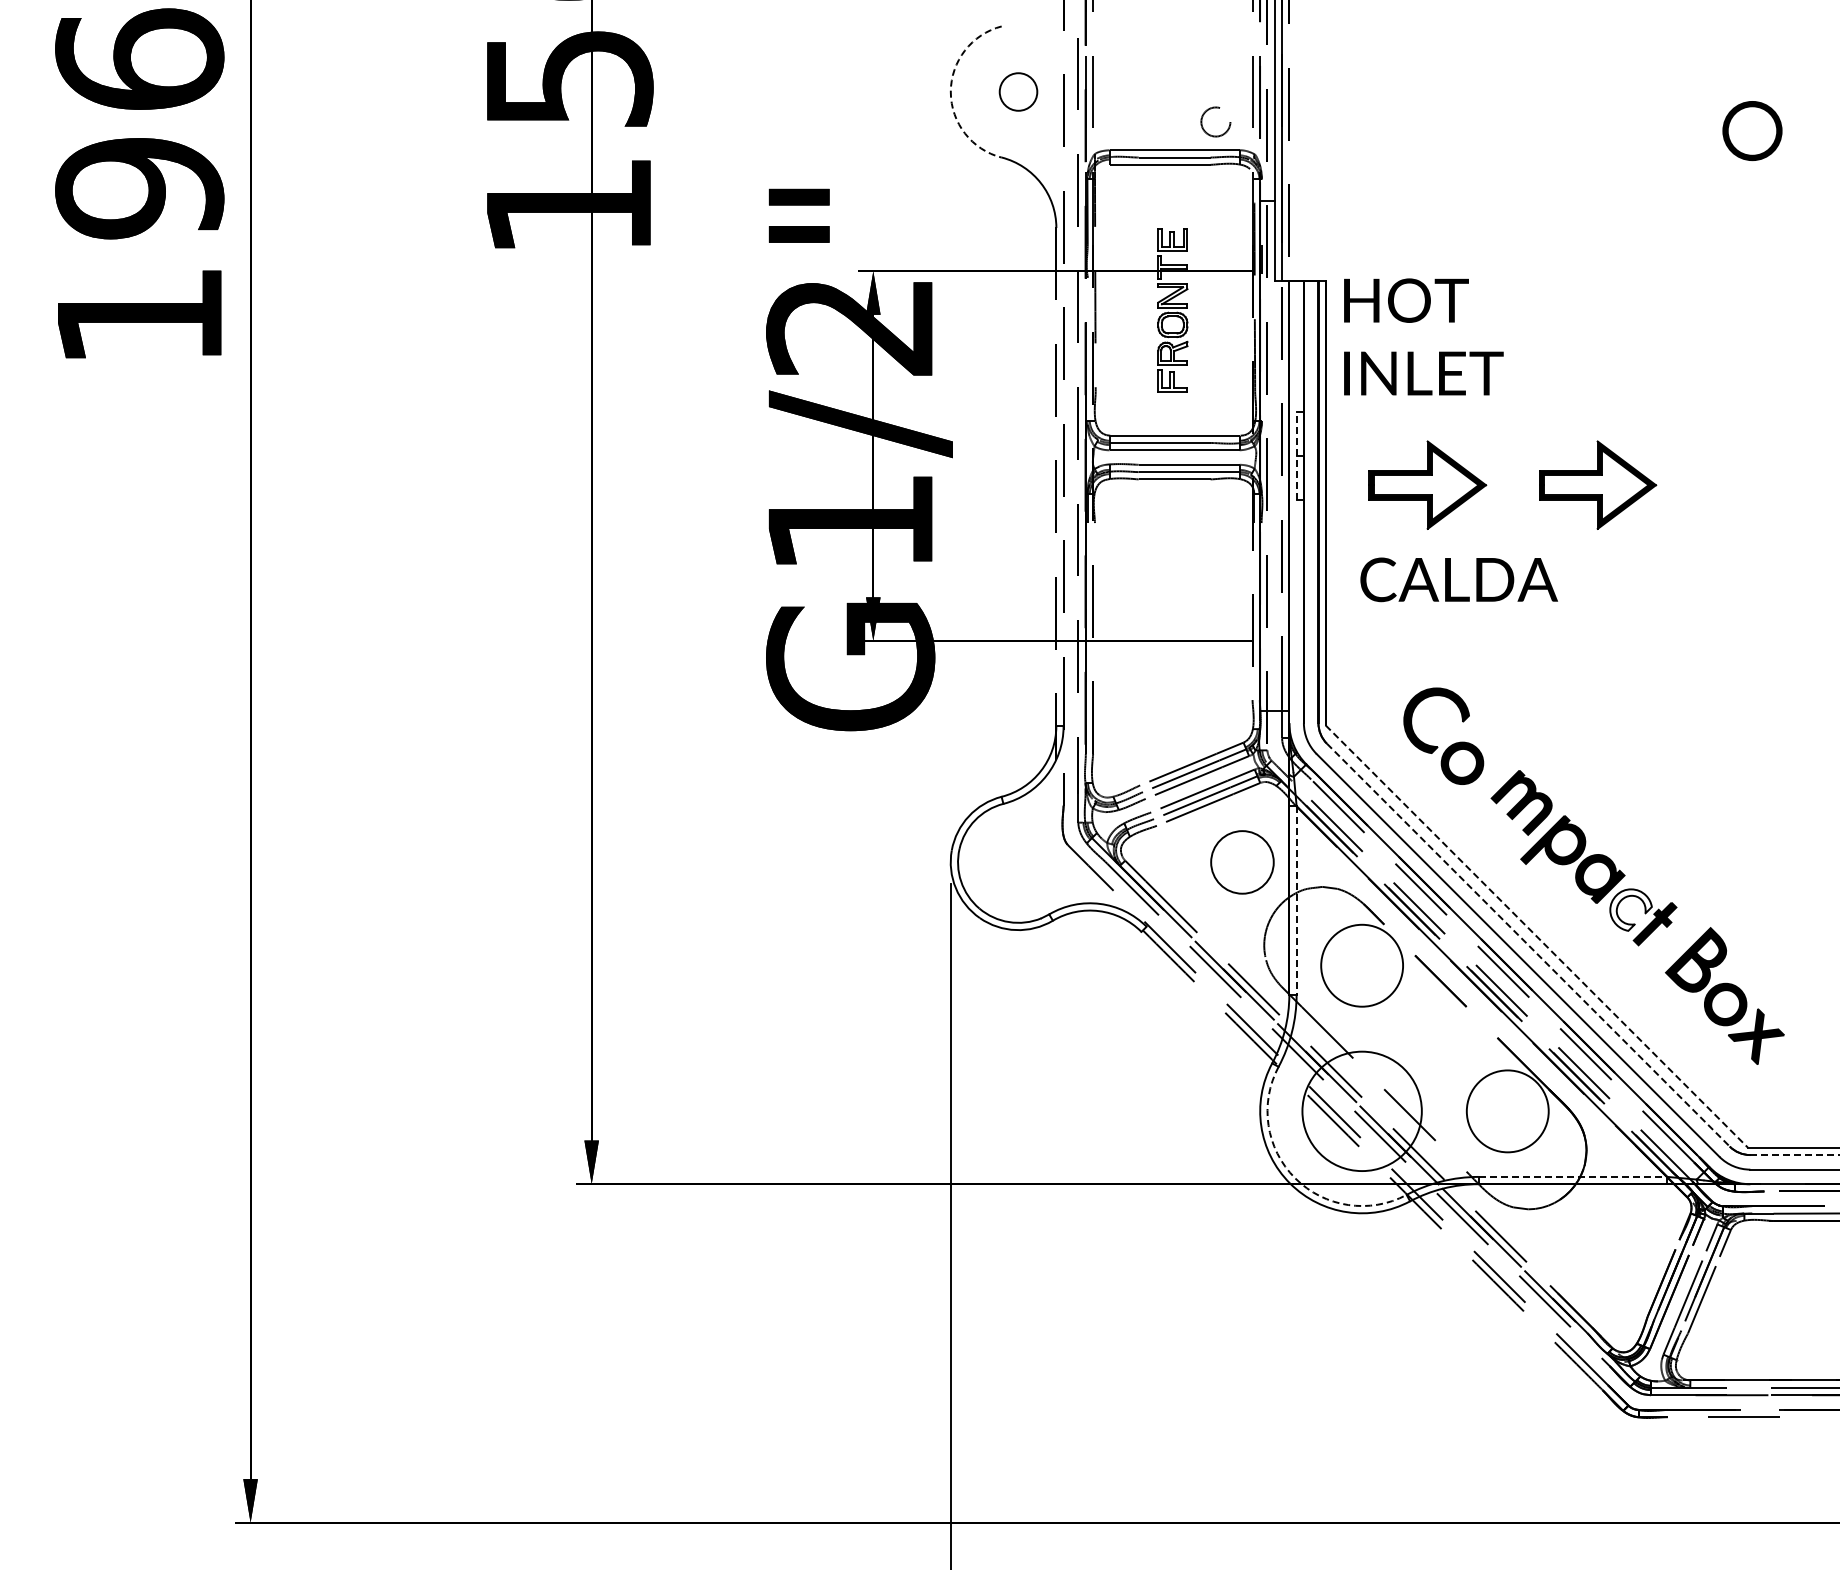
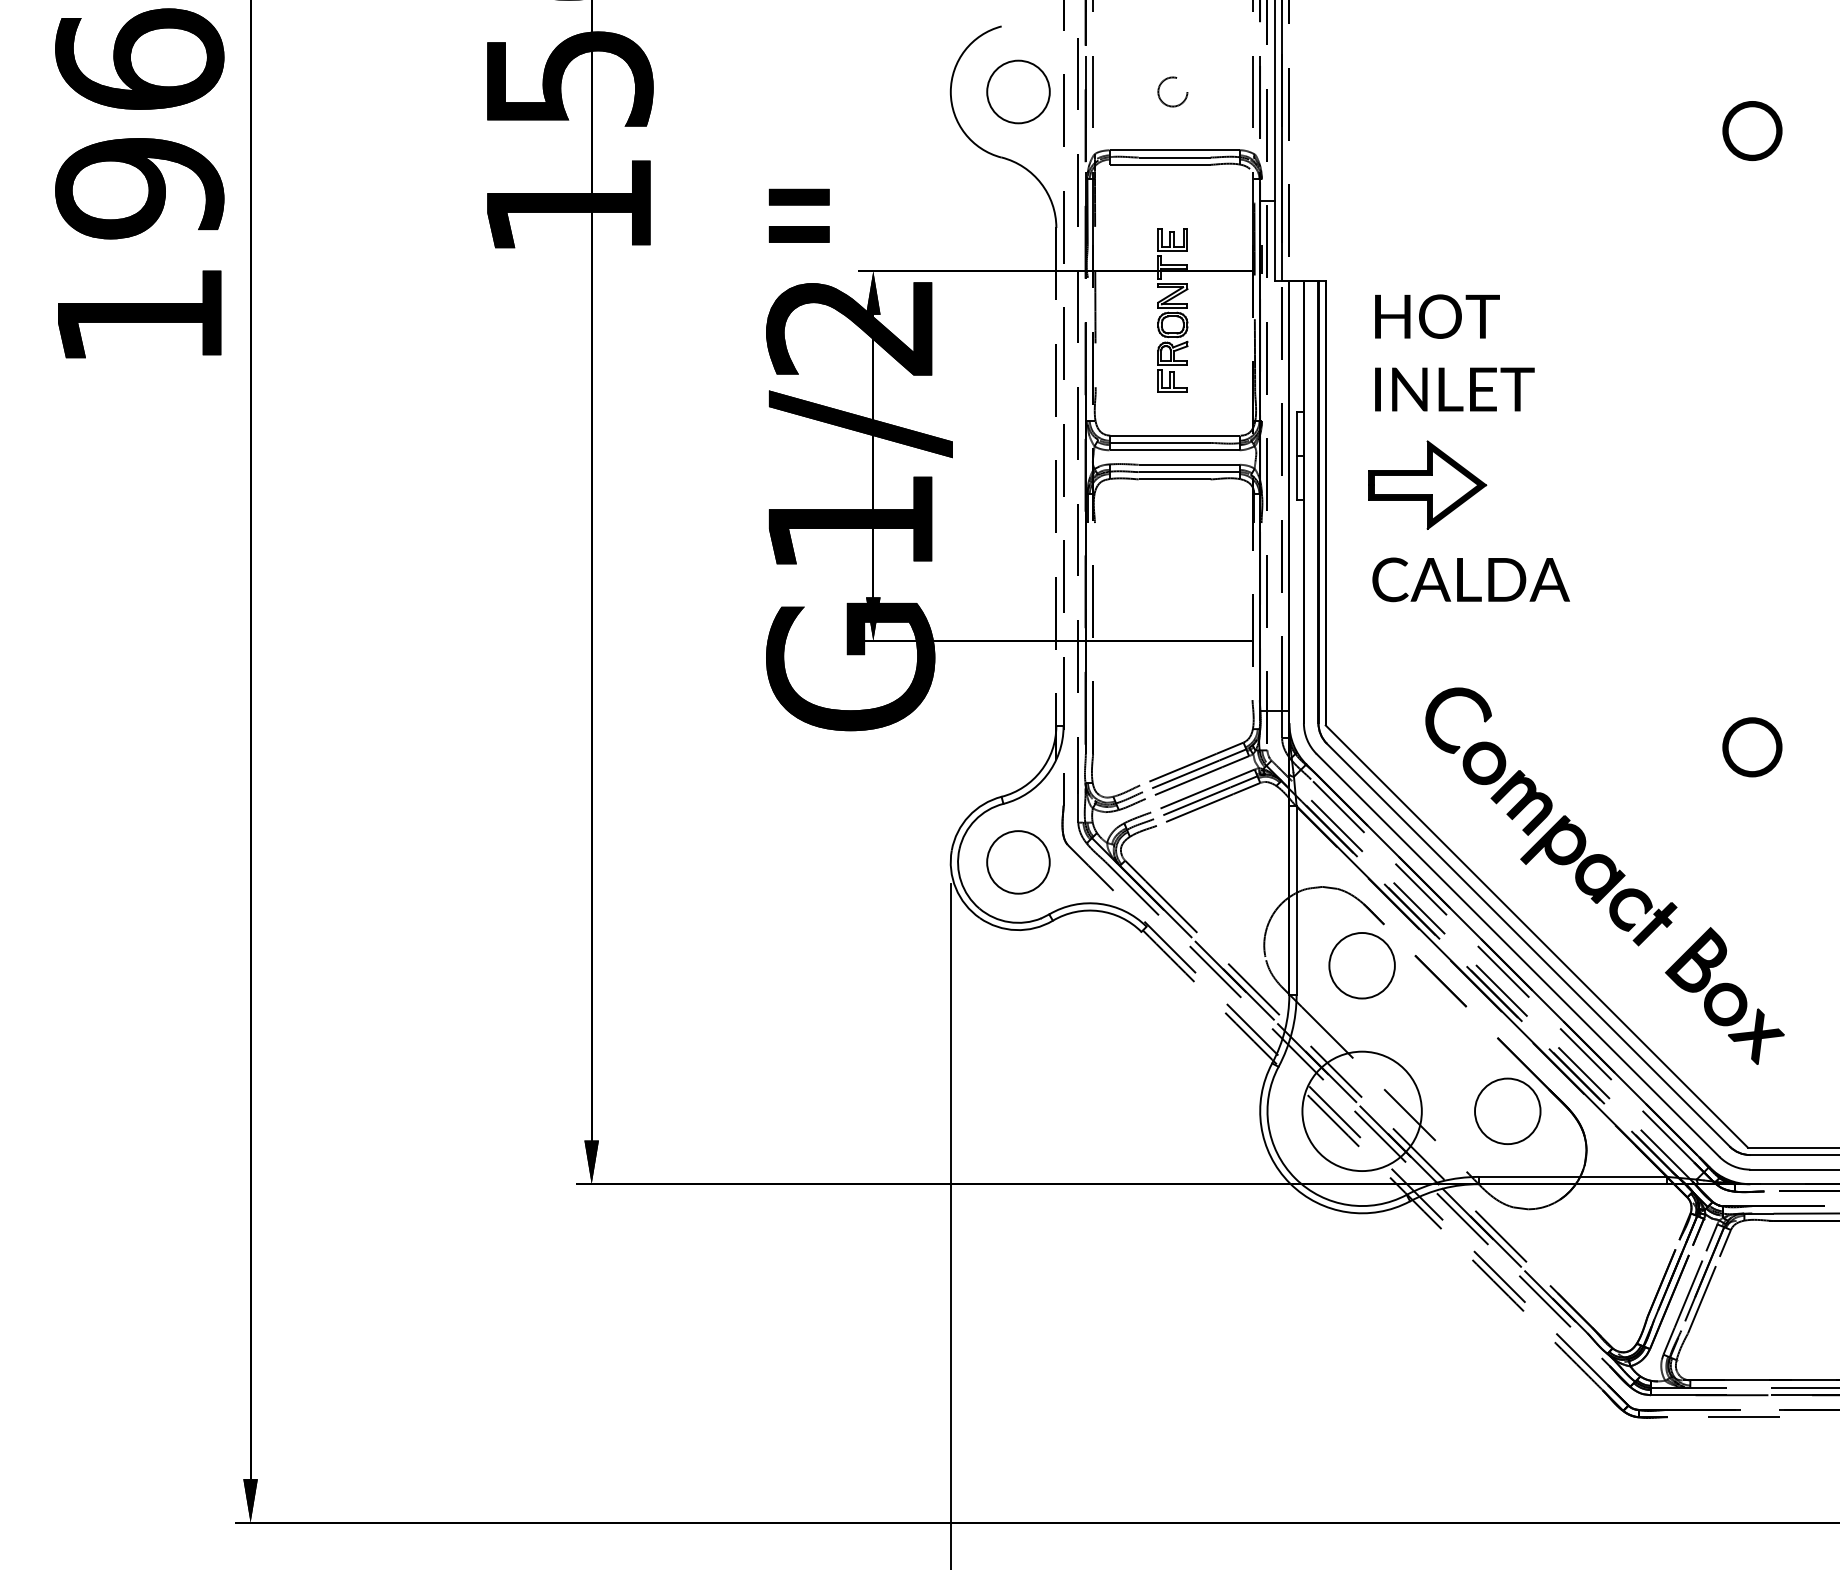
circle at (1018, 91) diameter: 38 px -> 63 px
arc at (950, 92): dashed -> solid
circle at (1215, 121) position: (1215, 121) -> (1172, 91)
text at (1423, 336) position: (1423, 336) -> (1454, 352)
line at (1296, 456): dashed -> solid
part at (1597, 484): present -> none
text at (1458, 579) position: (1458, 579) -> (1470, 579)
part at (1451, 744) position: (1451, 744) -> (1473, 744)
part at (1752, 747): none -> present
part at (1242, 862) position: (1242, 862) -> (1018, 862)
line at (1296, 900): dashed -> solid
fill at (1630, 909): none -> present
line at (1536, 936): dashed -> solid
line at (1528, 945): dashed -> solid
circle at (1362, 965) diameter: 82 px -> 66 px
circle at (1507, 1111) diameter: 82 px -> 66 px
line at (1795, 1155): dashed -> solid
line at (1573, 1176): dashed -> solid
arc at (1295, 1178): dashed -> solid
